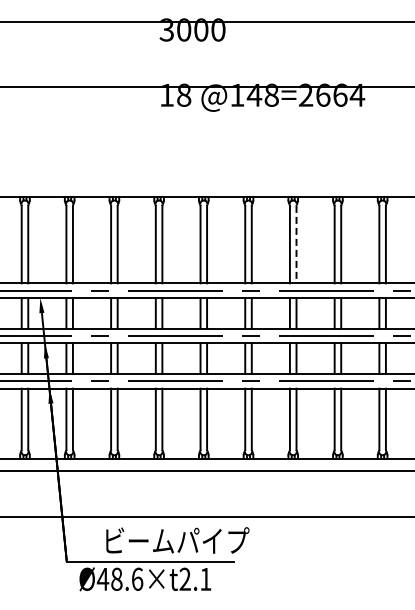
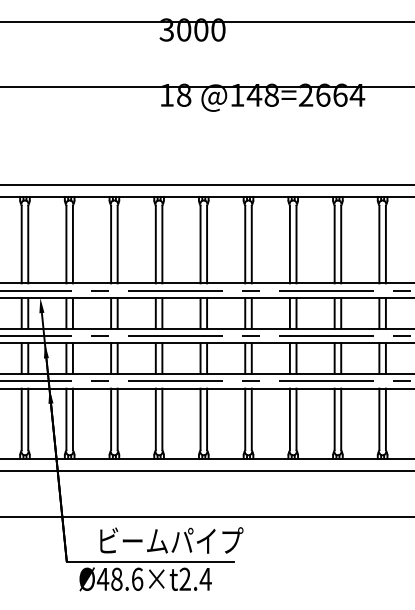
line at (206, 184): none -> present
line at (296, 244): dashed -> solid
text at (177, 540) position: (177, 540) -> (171, 540)
text at (205, 579): Ø48.6×t2.1 -> Ø48.6×t2.4
